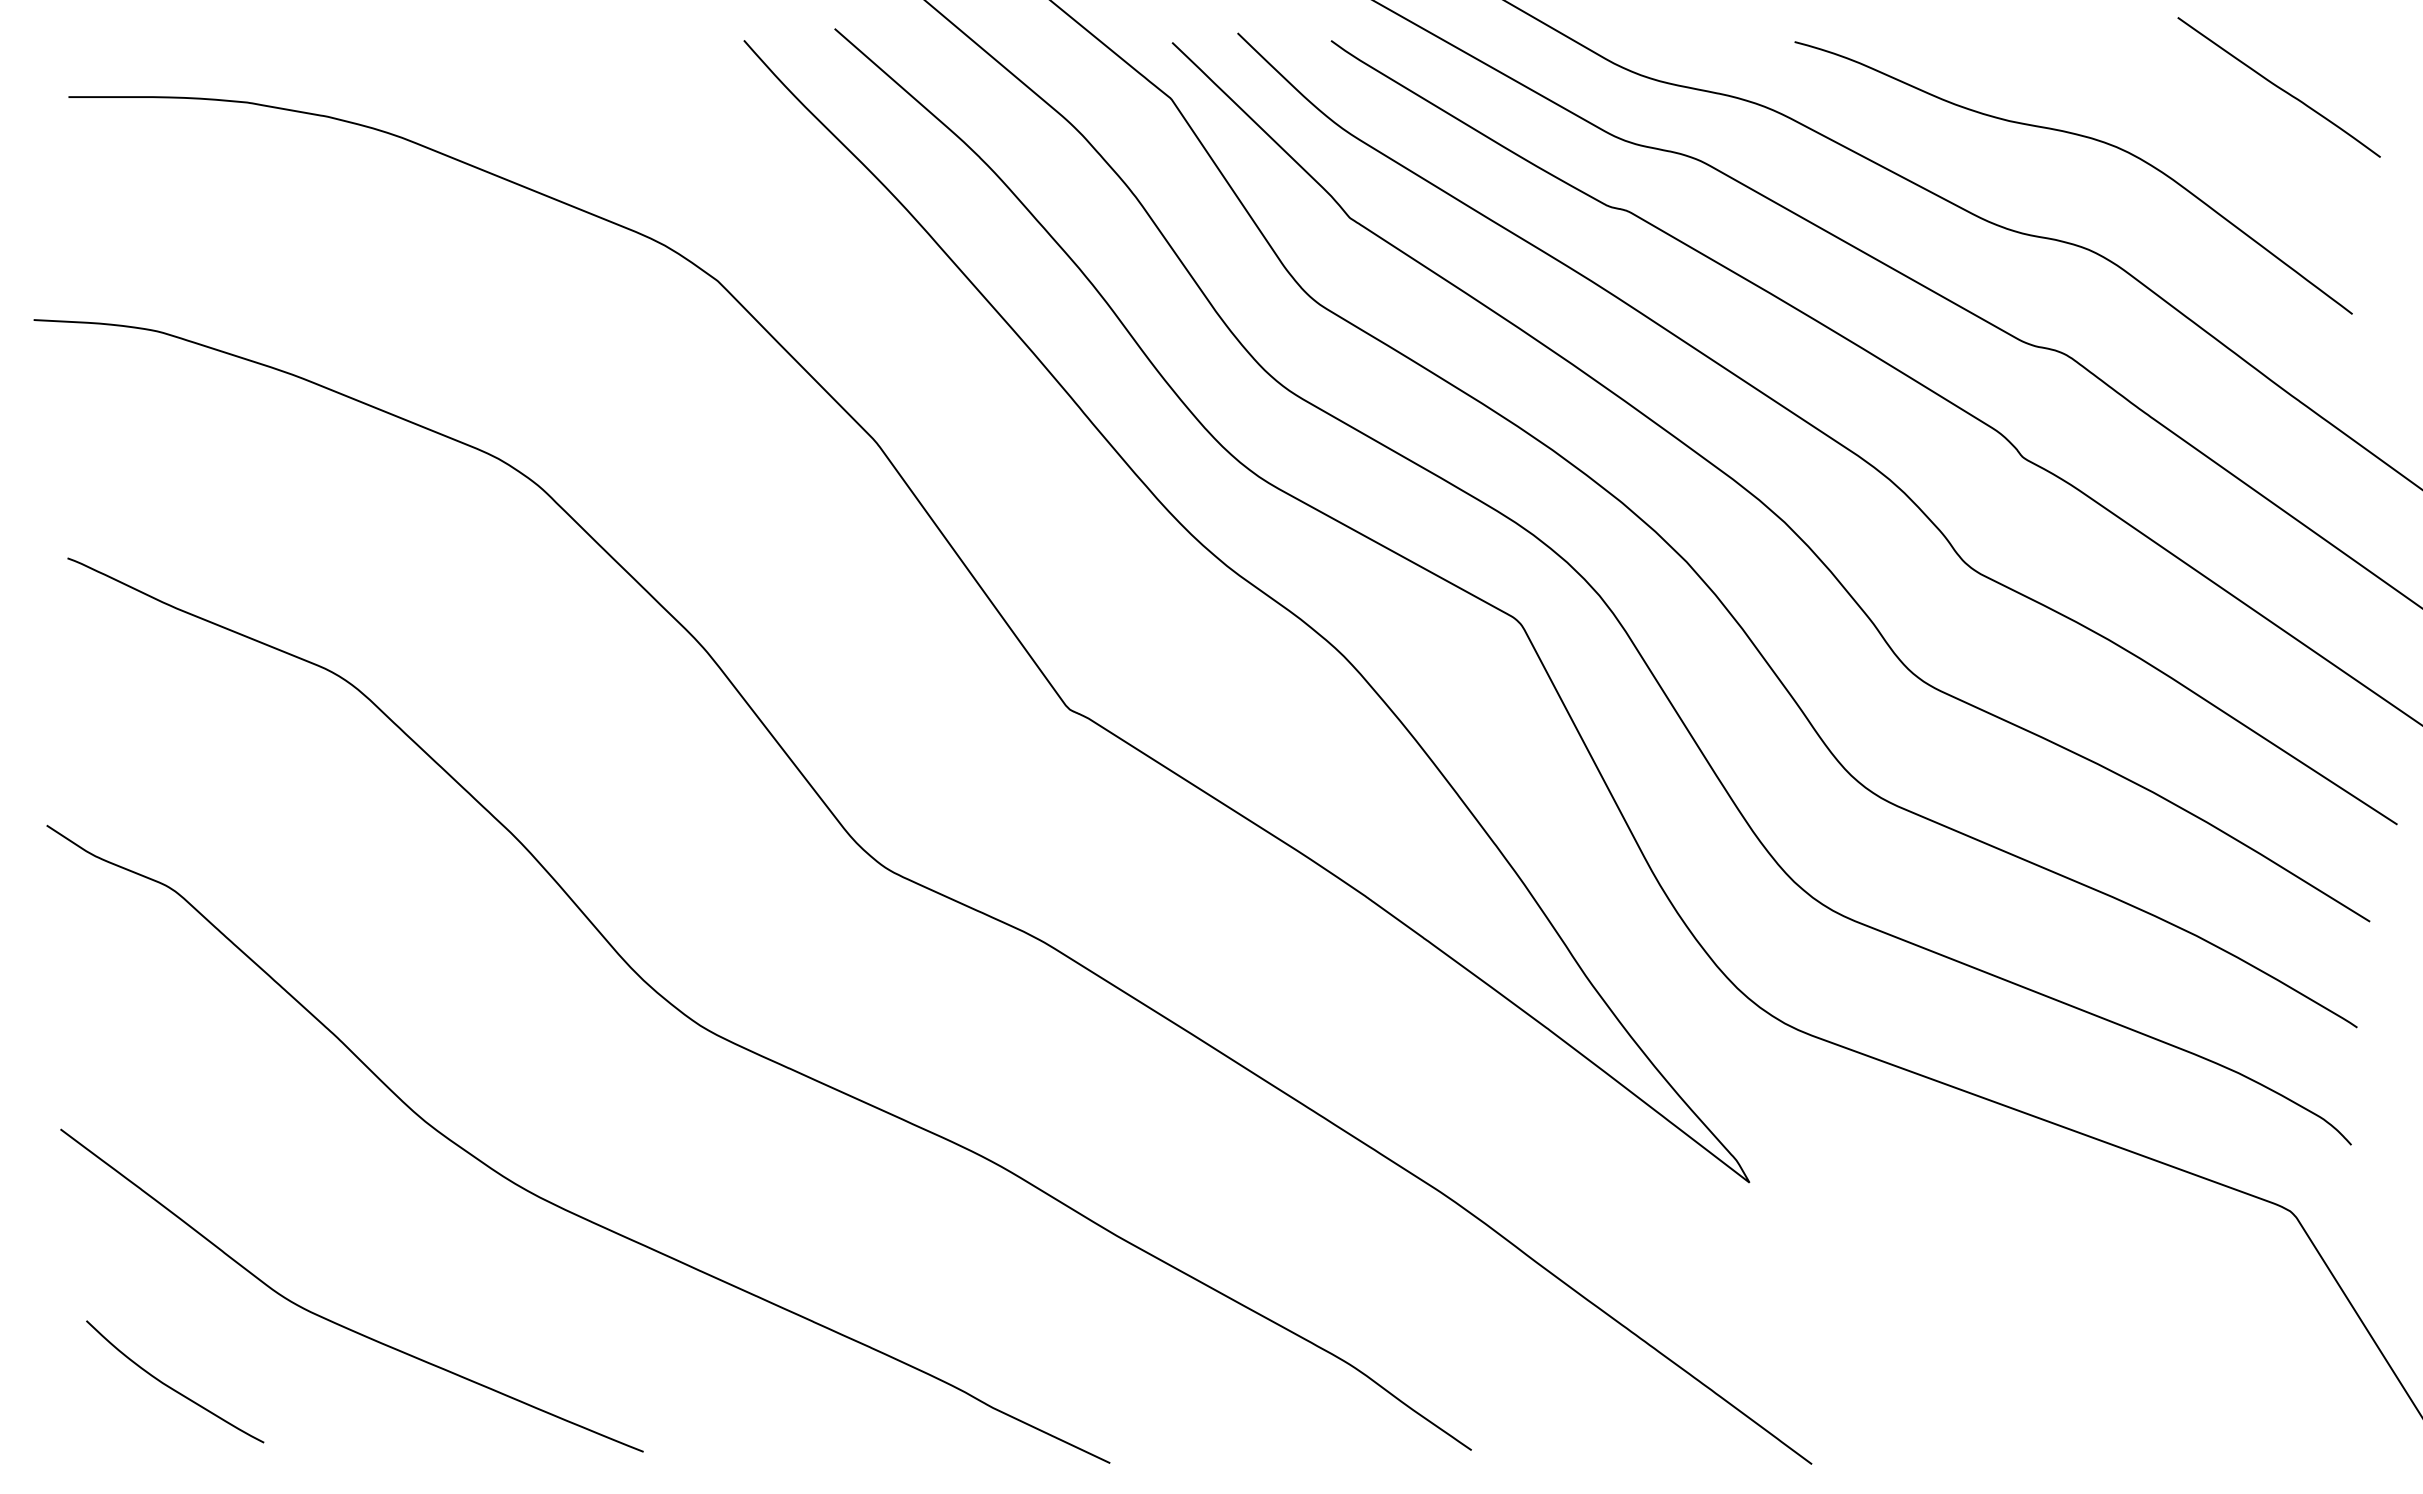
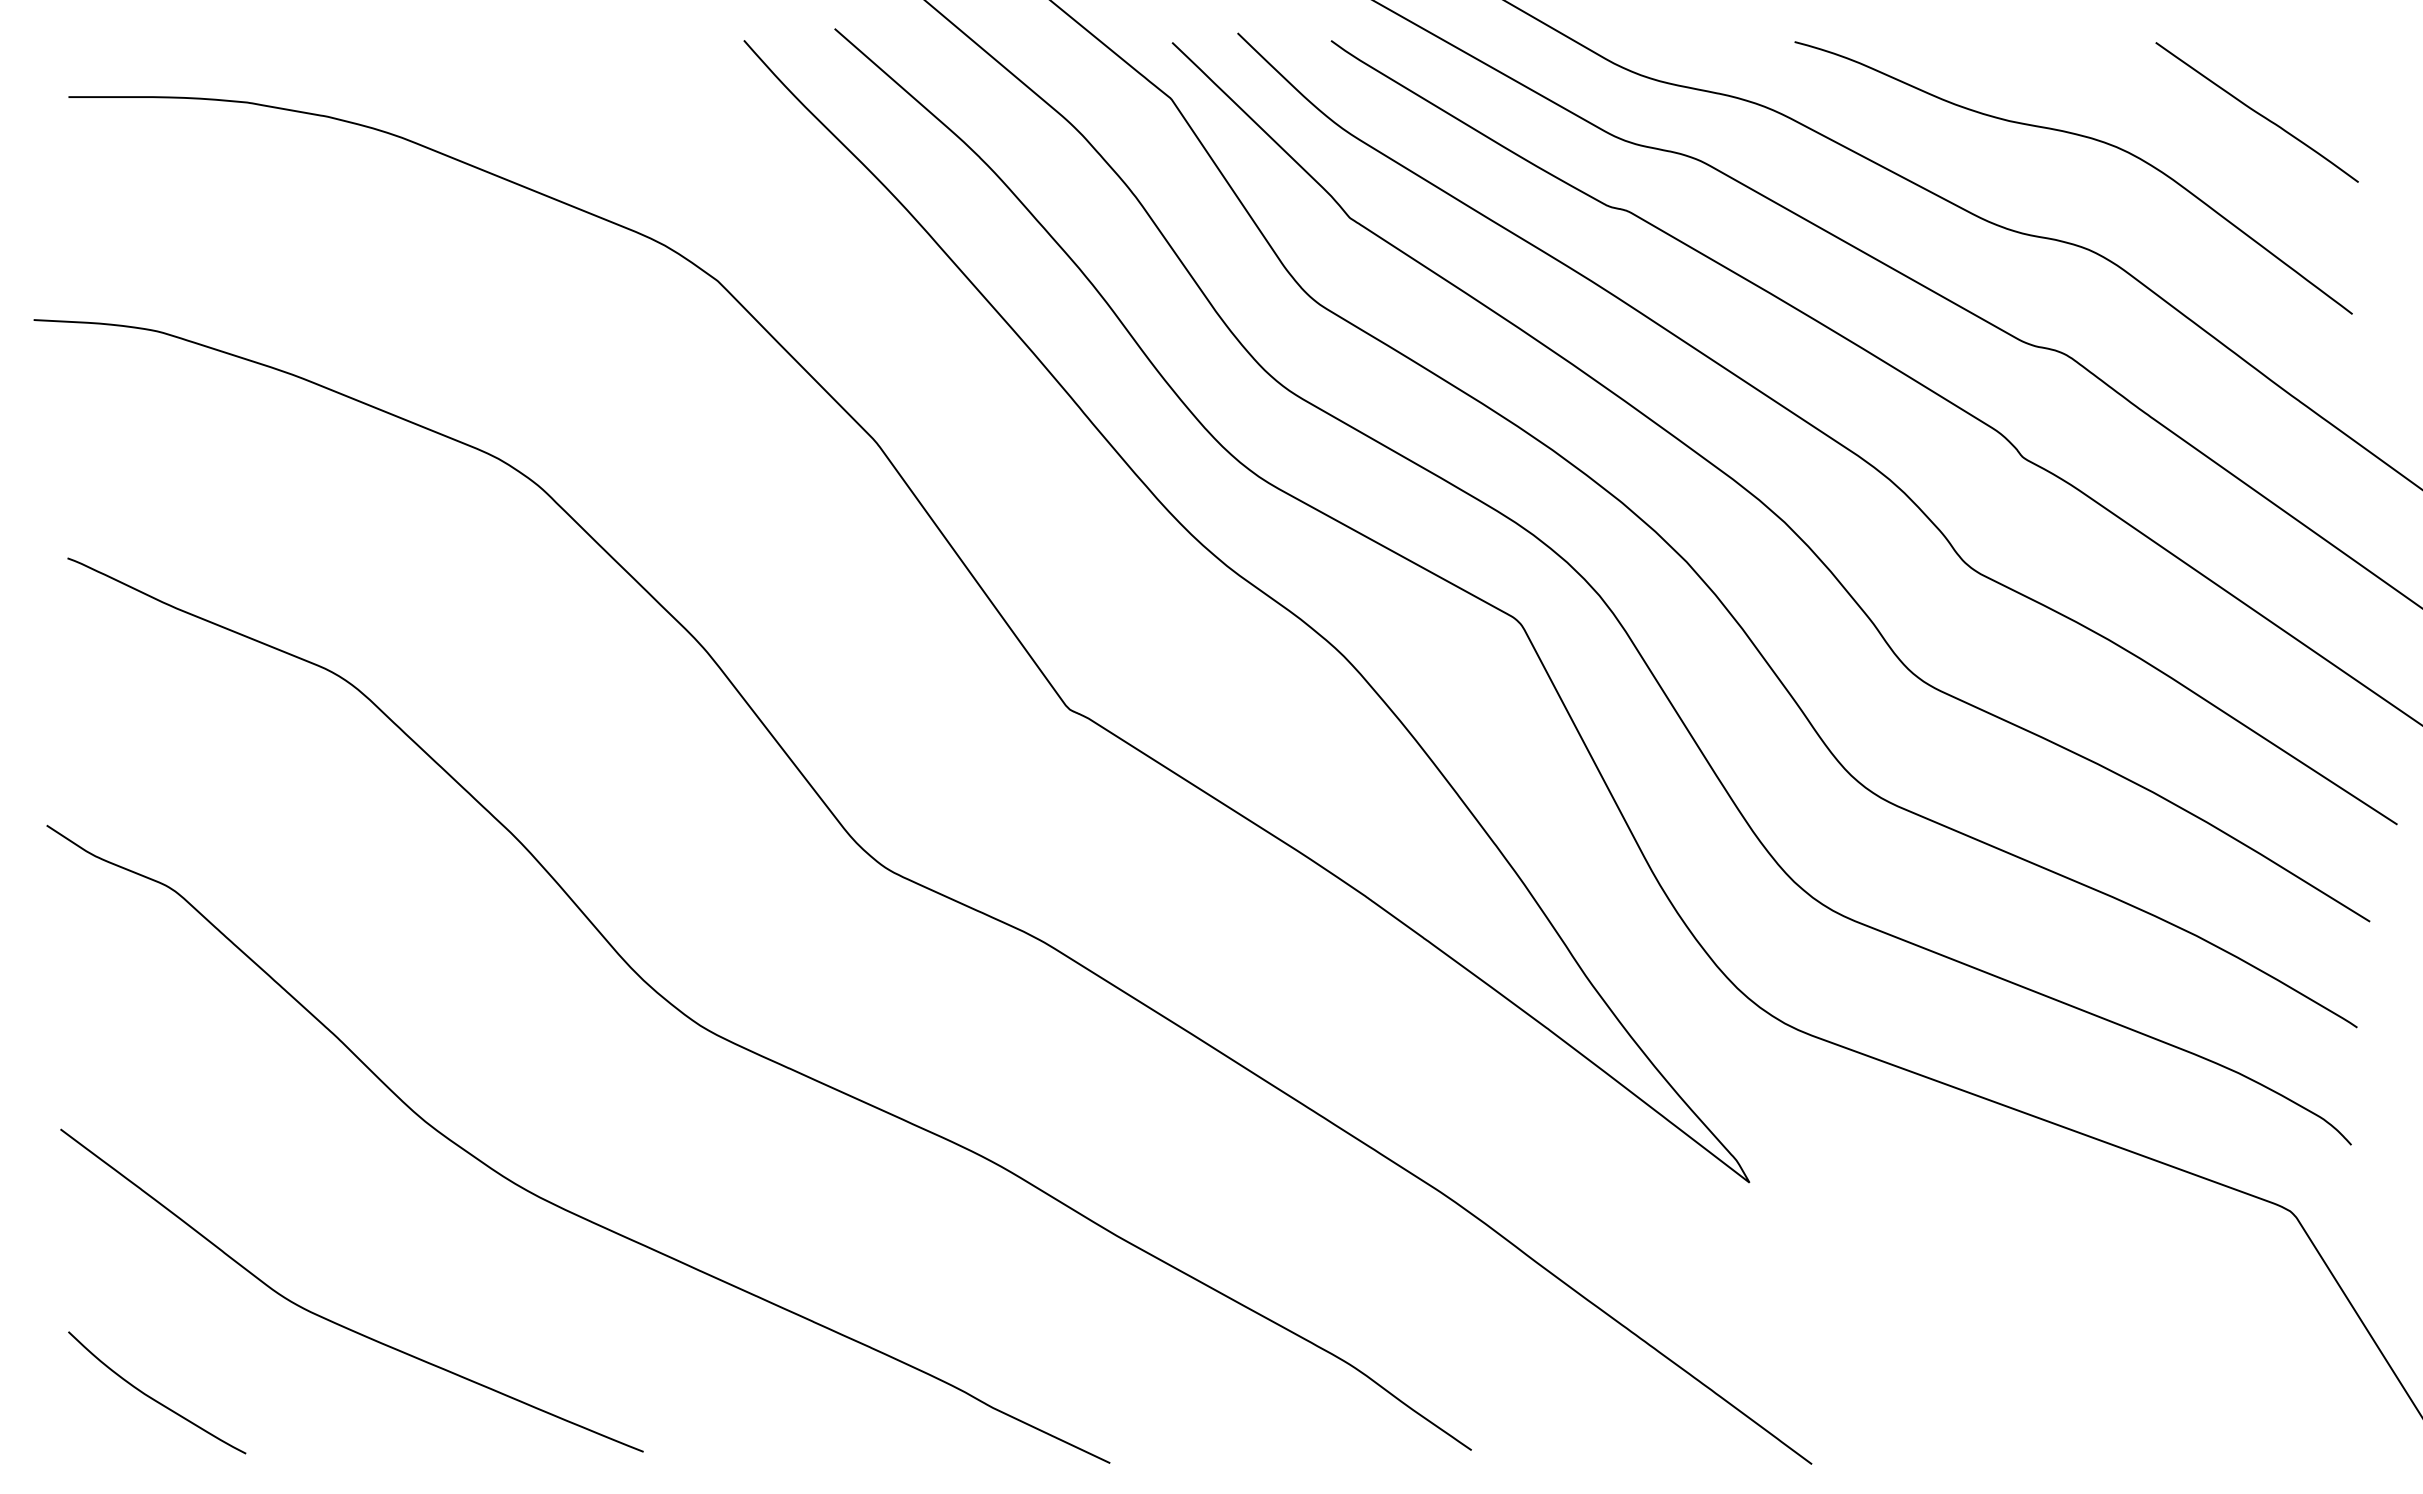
curve at (2278, 87) position: (2278, 87) -> (2256, 112)
curve at (170, 1386) position: (170, 1386) -> (152, 1397)
